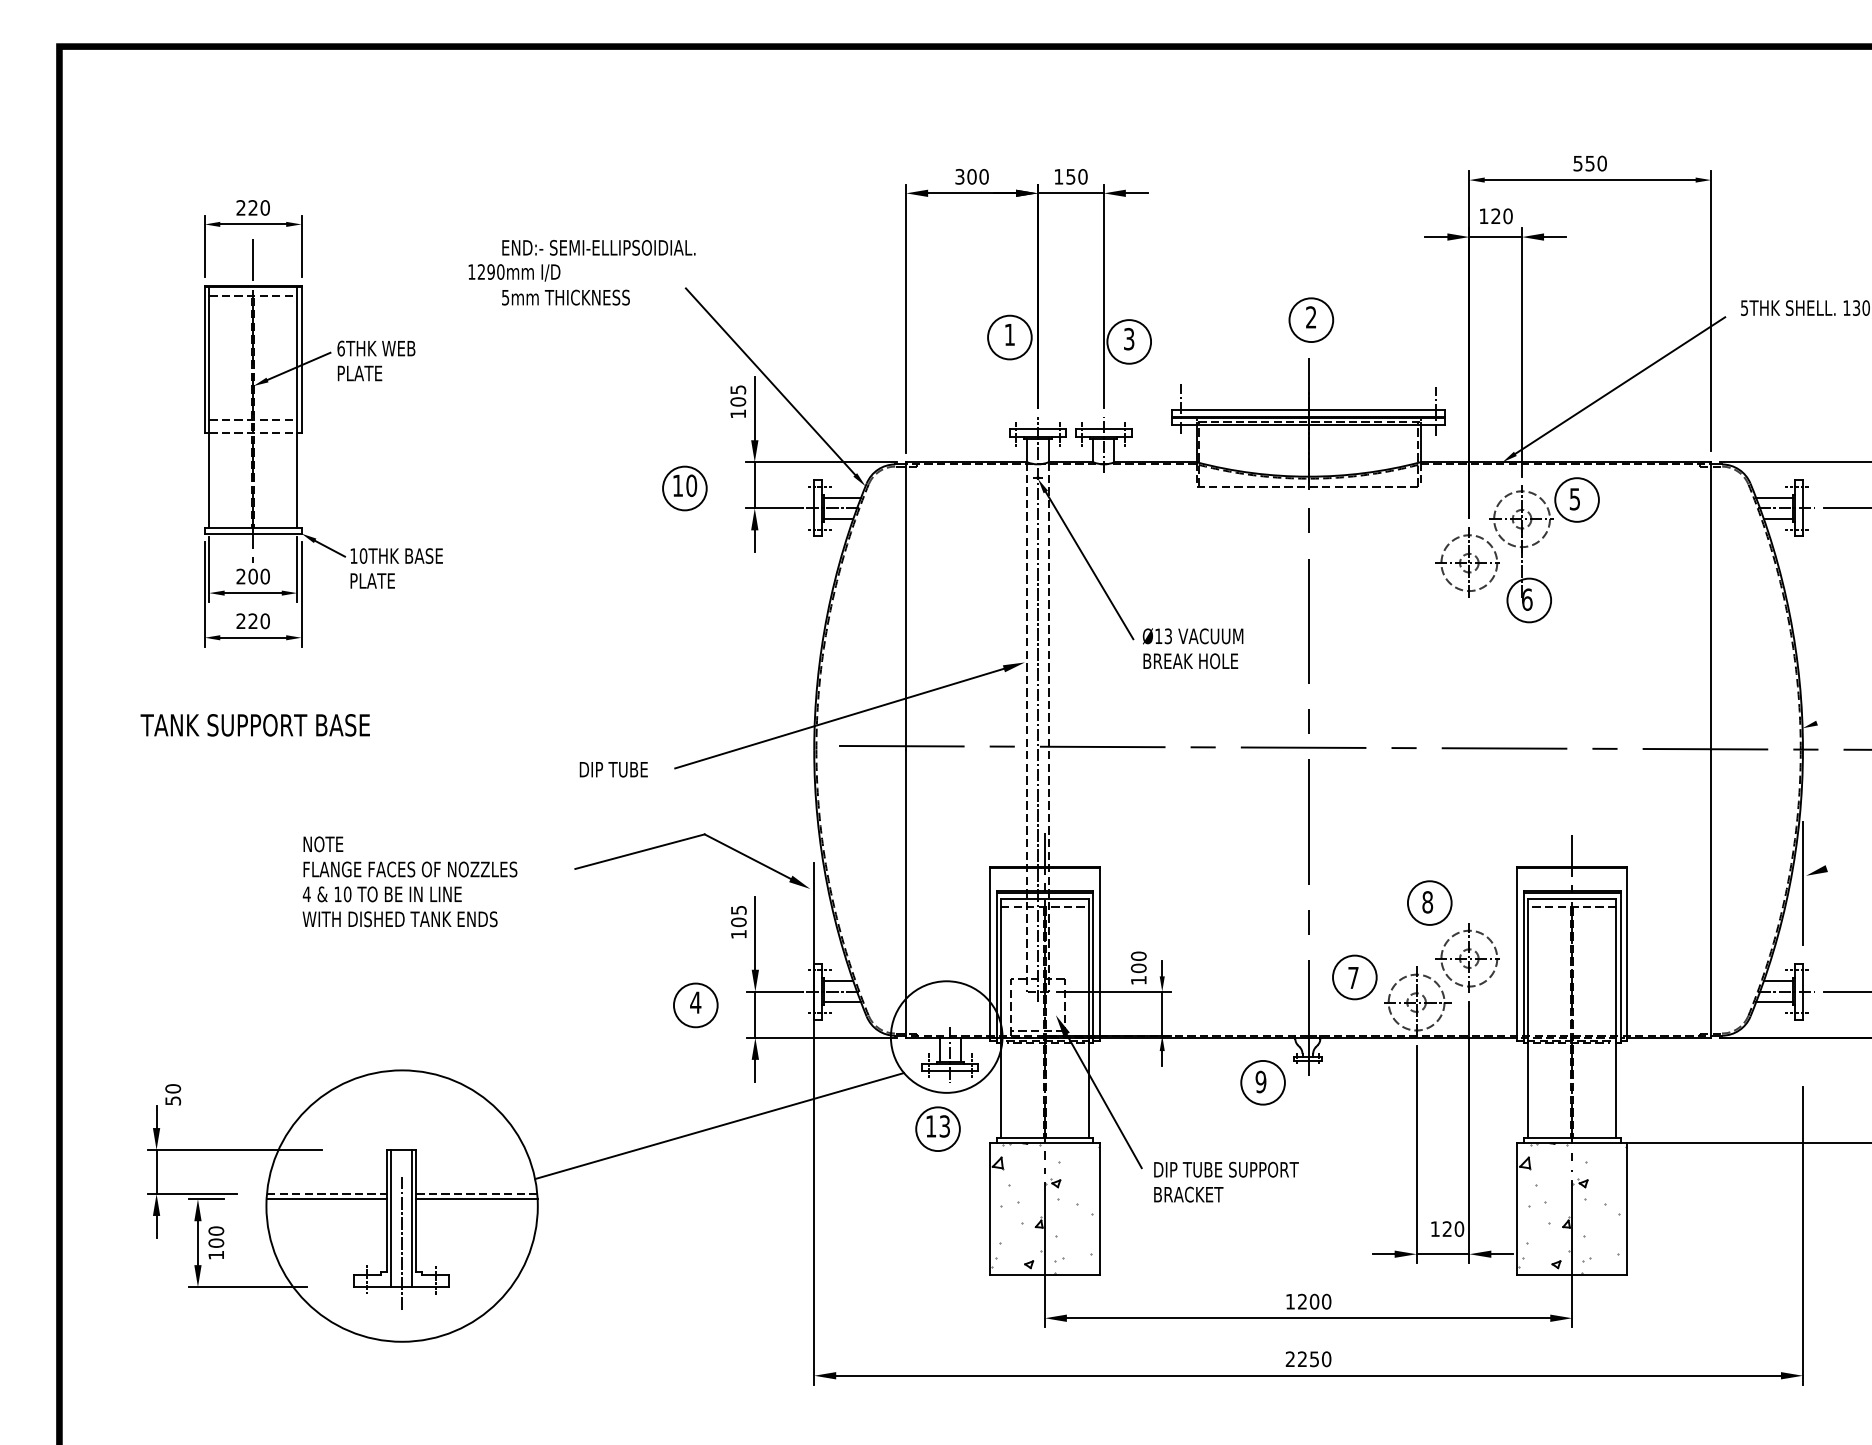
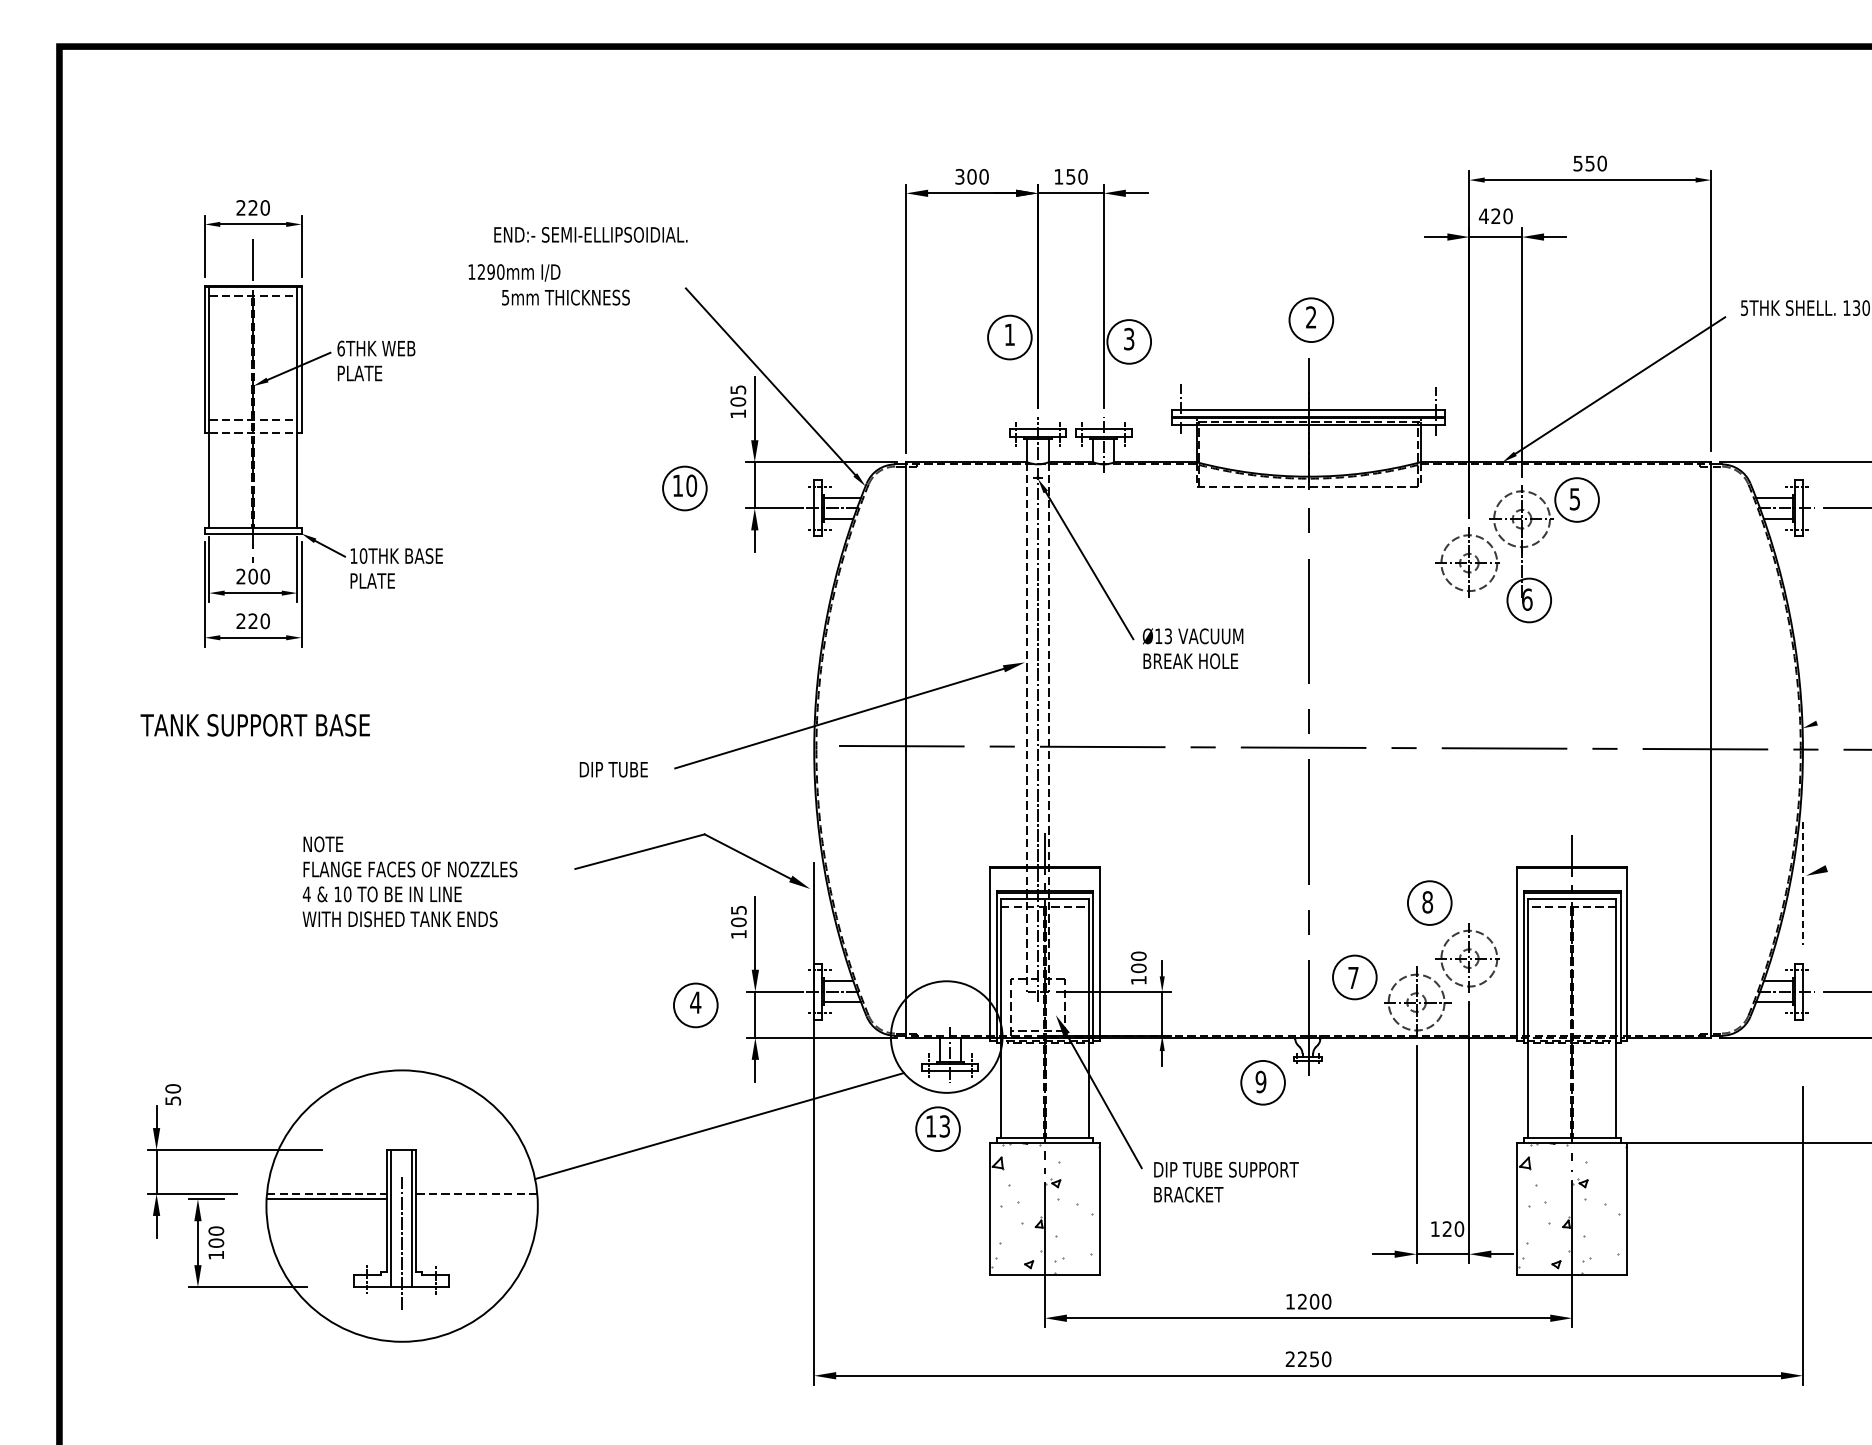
text at (1483, 215): 120 -> 420
text at (598, 247) position: (598, 247) -> (590, 234)
line at (1802, 883): solid -> dashed
line at (476, 1199): present -> none
